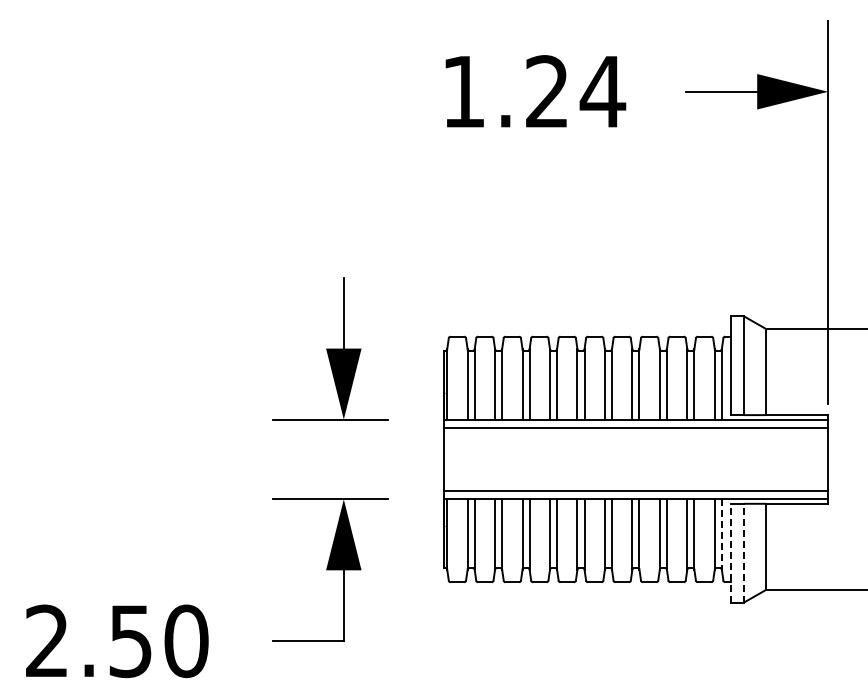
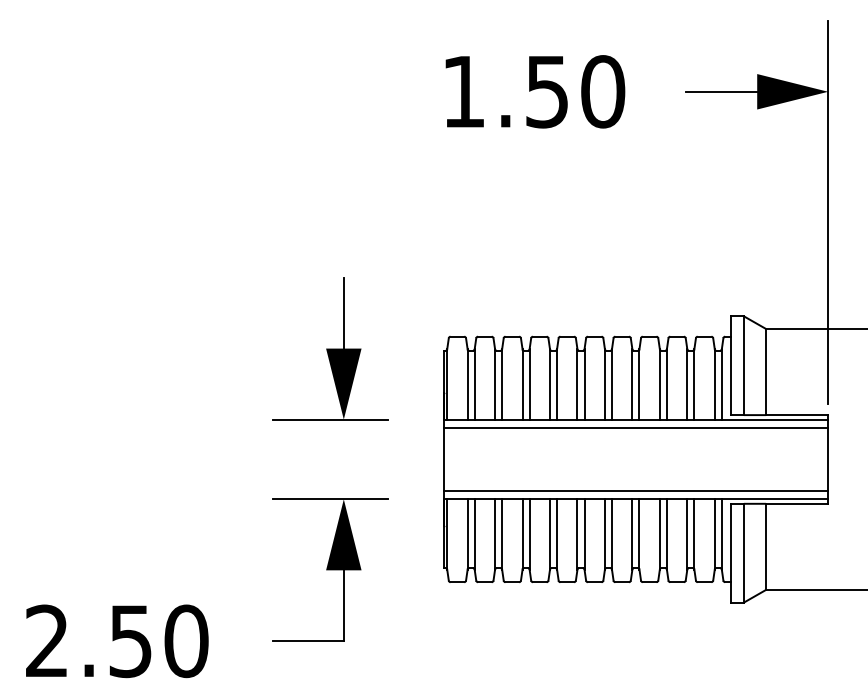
text at (576, 91): 1.24 -> 1.50
line at (721, 534): dashed -> solid
line at (730, 552): dashed -> solid
line at (743, 552): dashed -> solid
